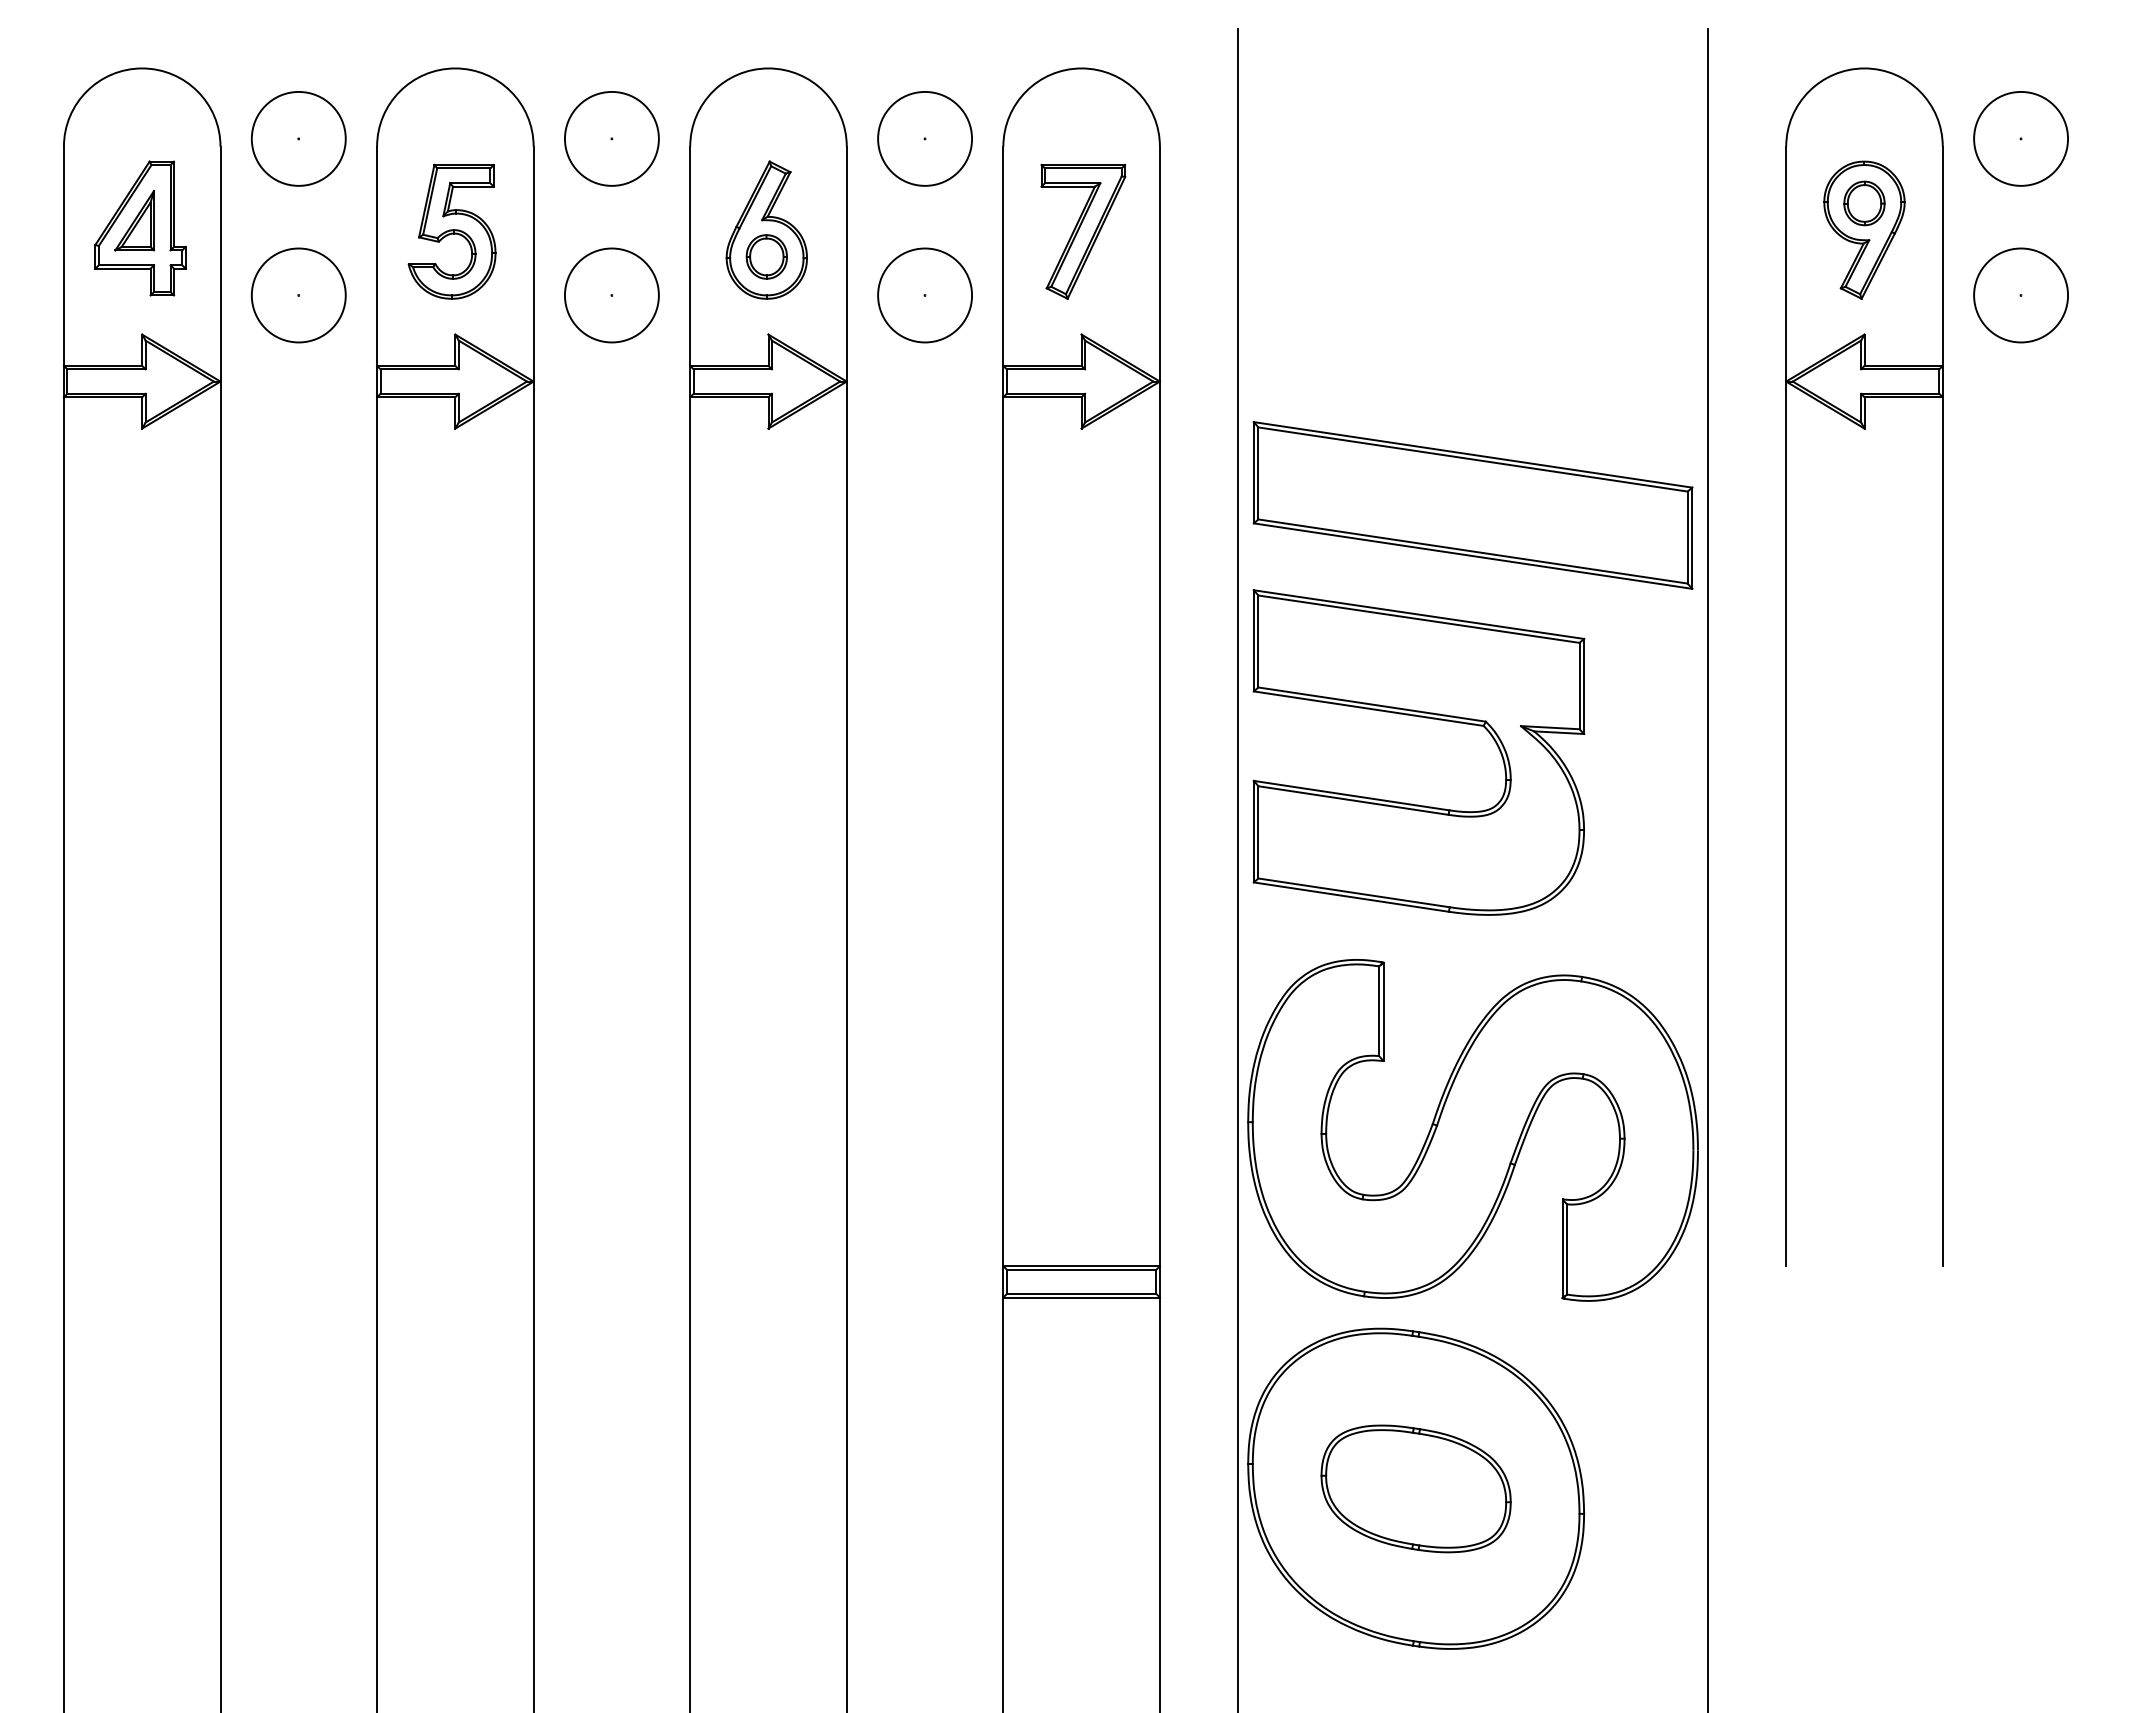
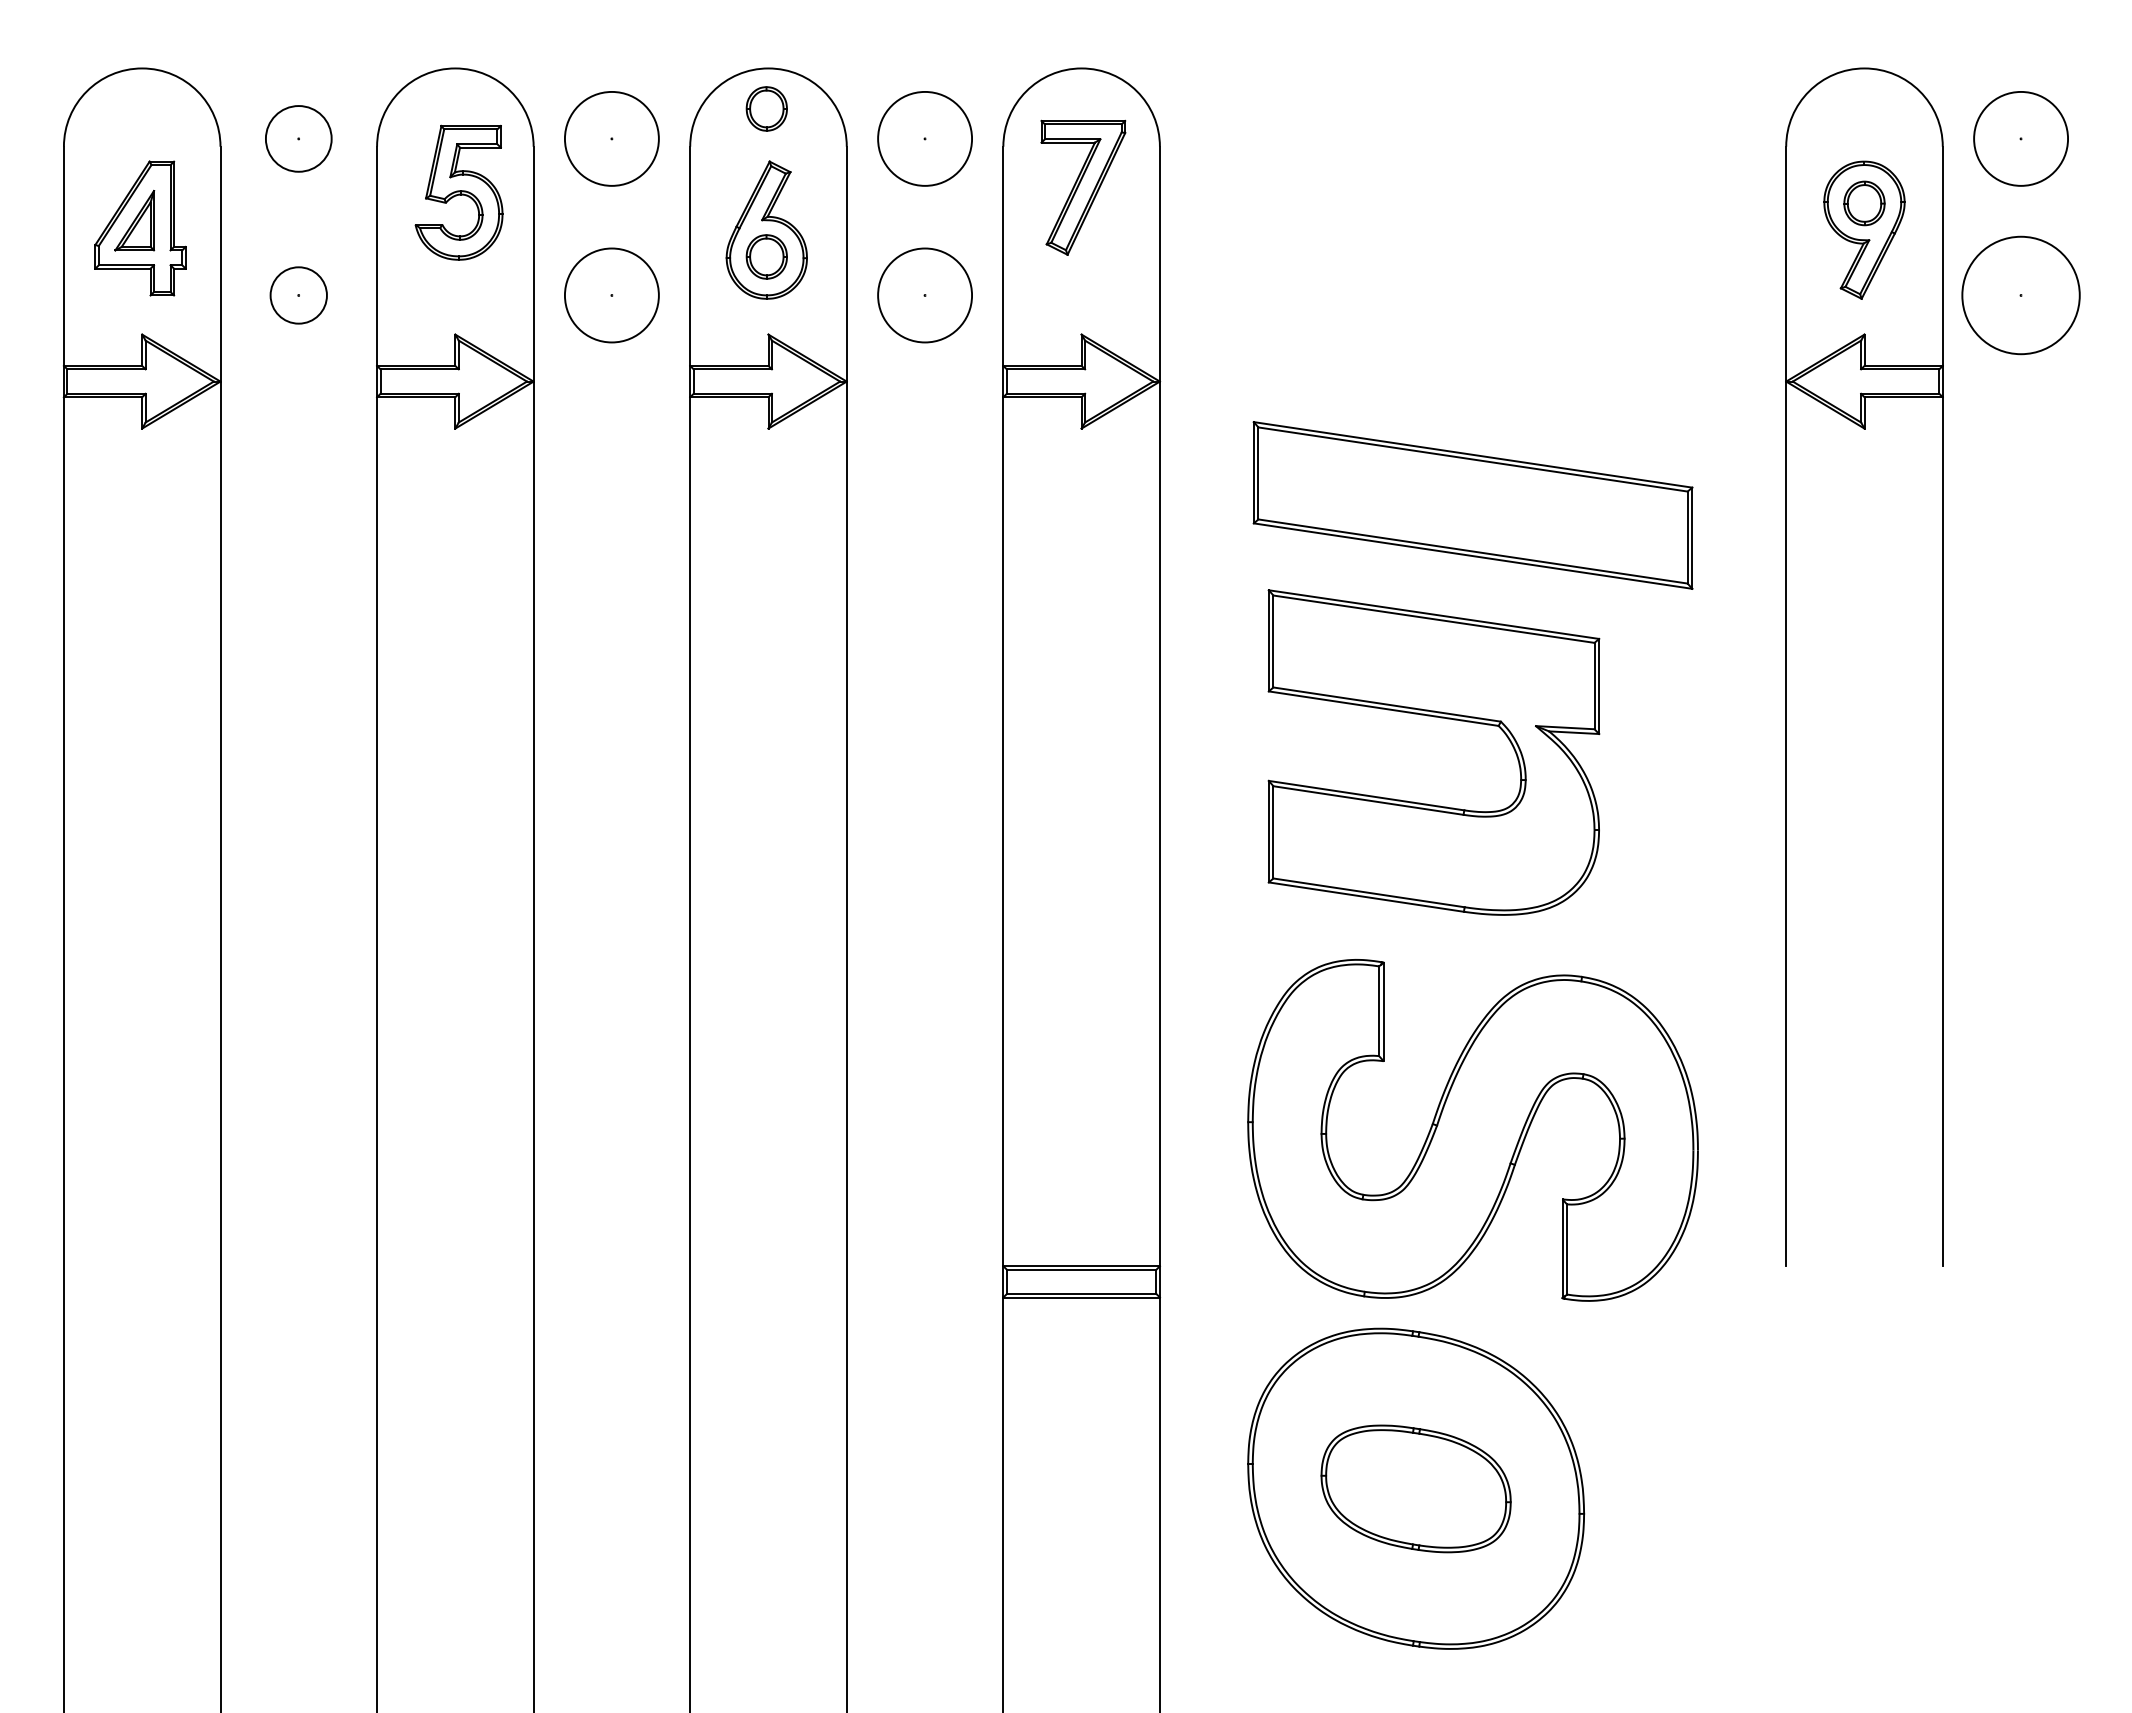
part at (766, 108): none -> present
circle at (298, 138) diameter: 94 px -> 66 px
part at (451, 231) position: (451, 231) -> (458, 192)
part at (1083, 231) position: (1083, 231) -> (1083, 187)
circle at (298, 295) diameter: 94 px -> 56 px
circle at (2021, 295) diameter: 94 px -> 117 px
part at (1425, 718) position: (1425, 718) -> (1440, 718)
line at (1238, 869): present -> none
line at (1707, 869): present -> none
